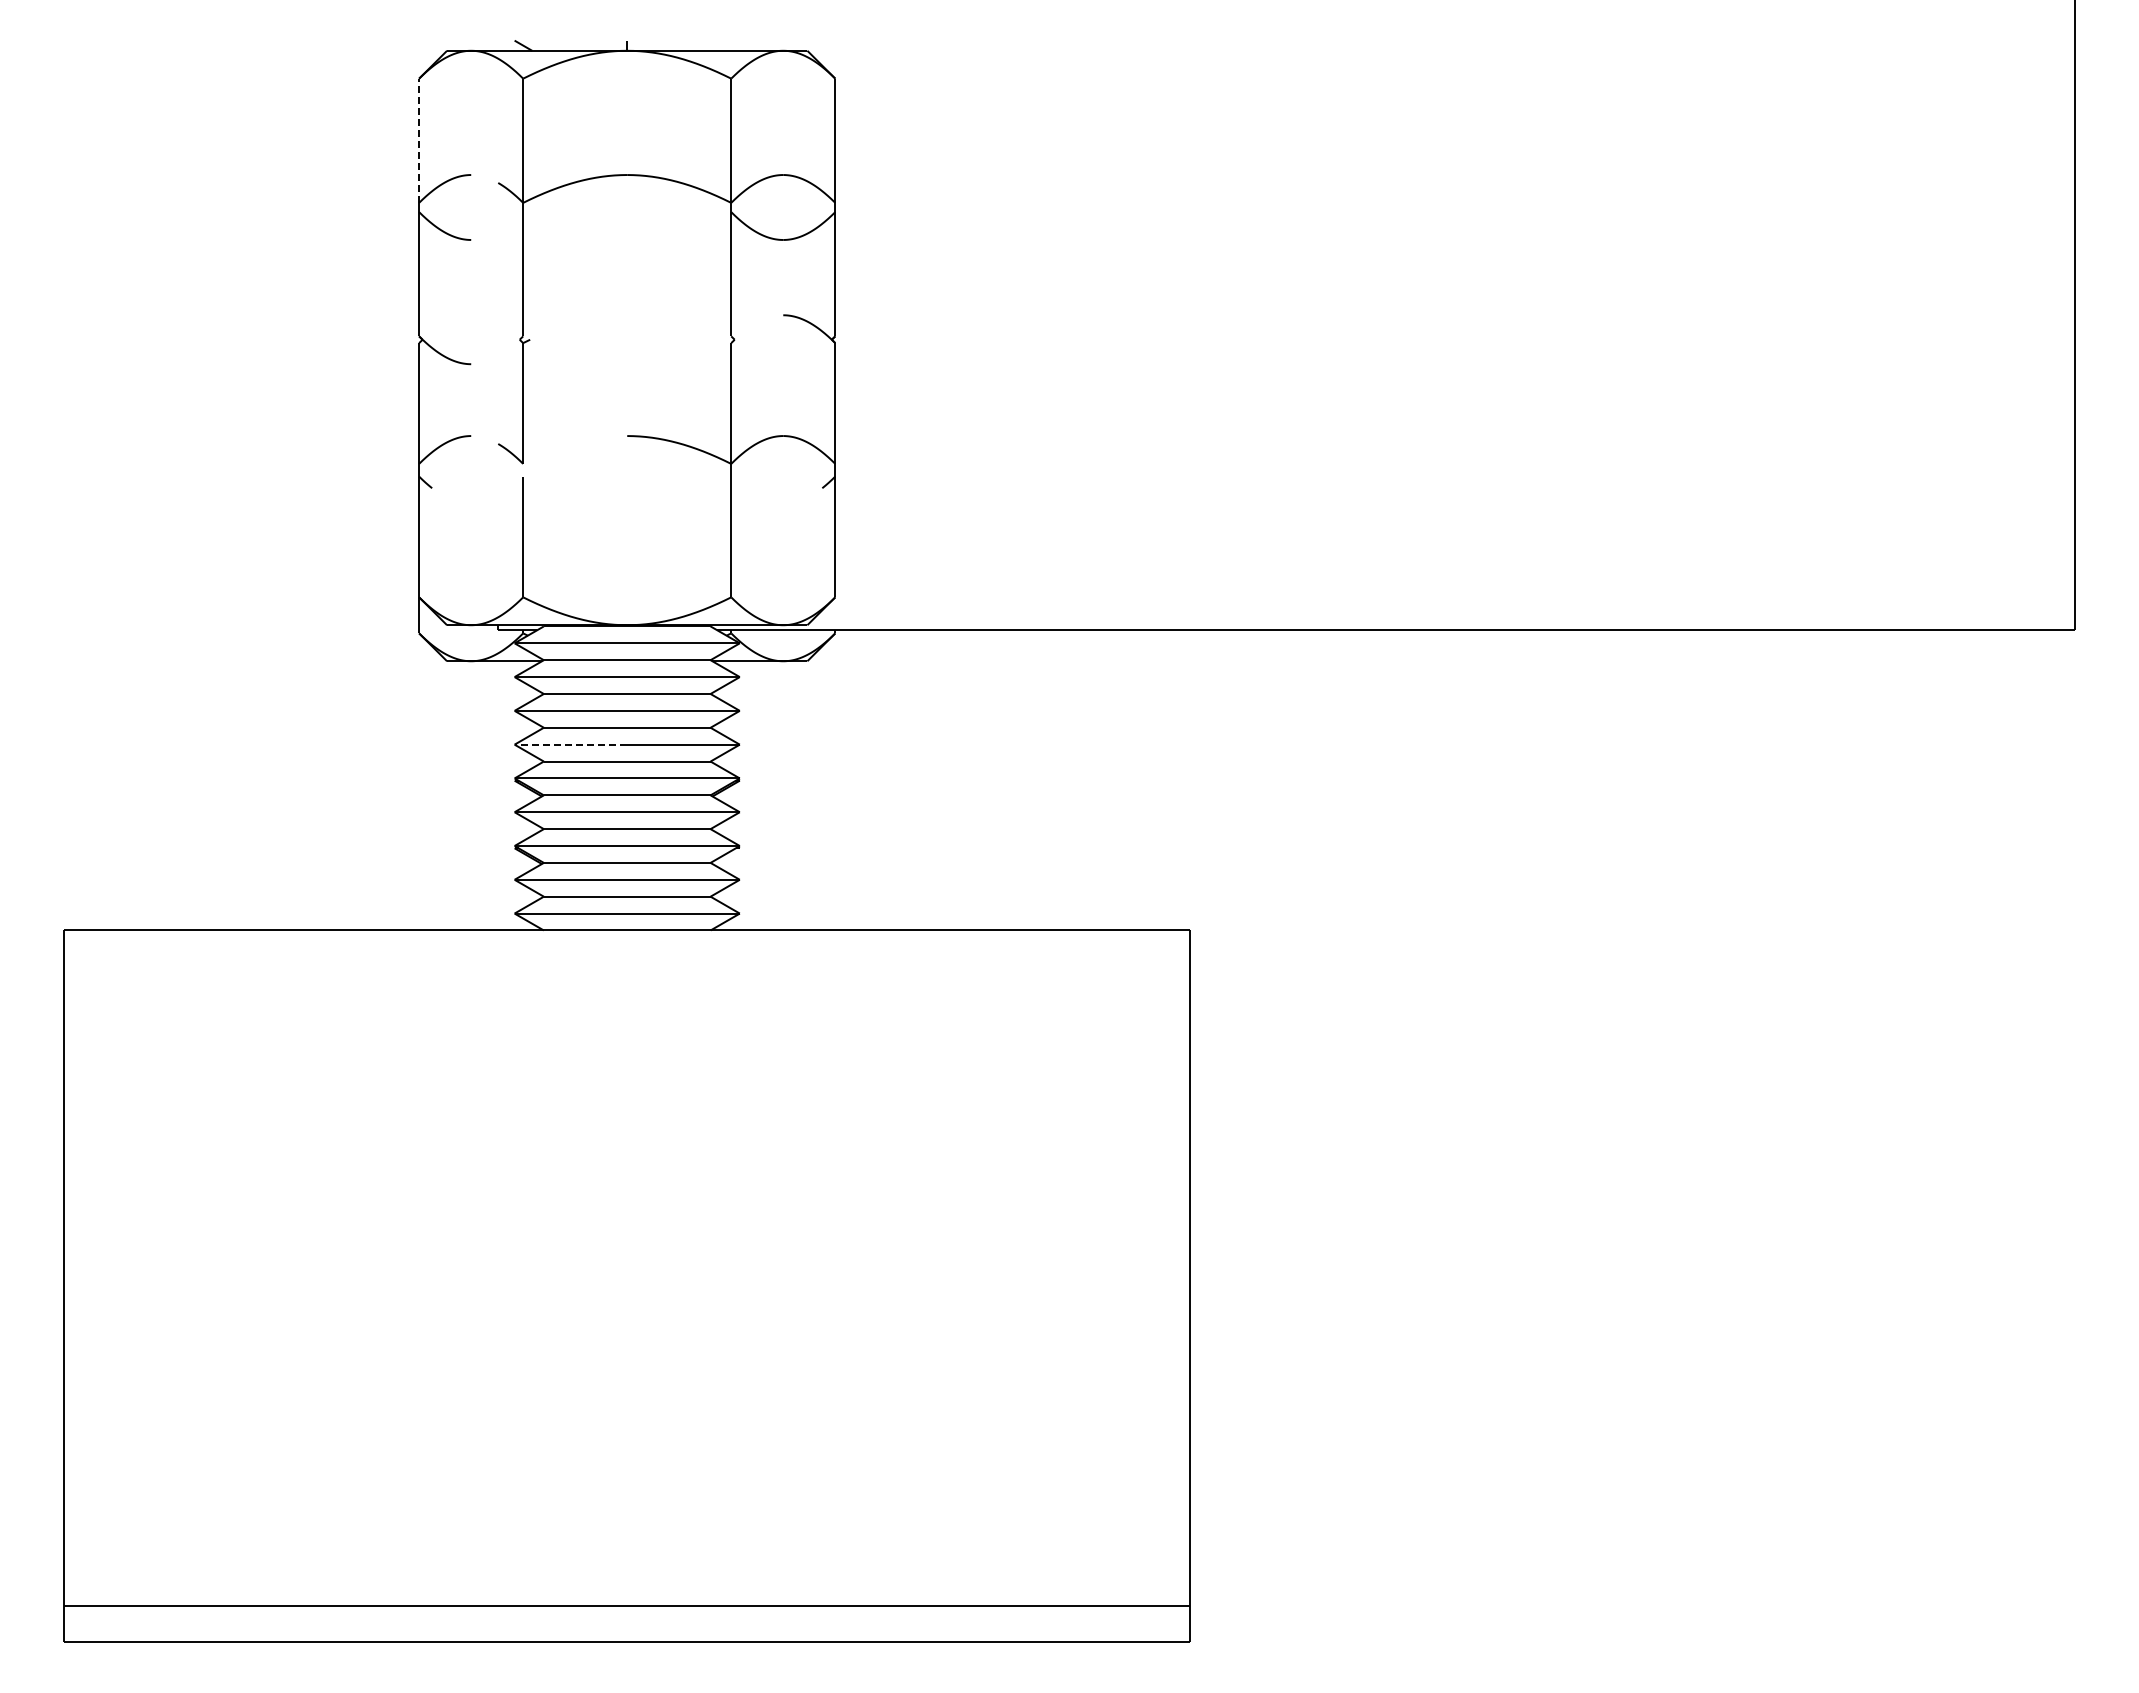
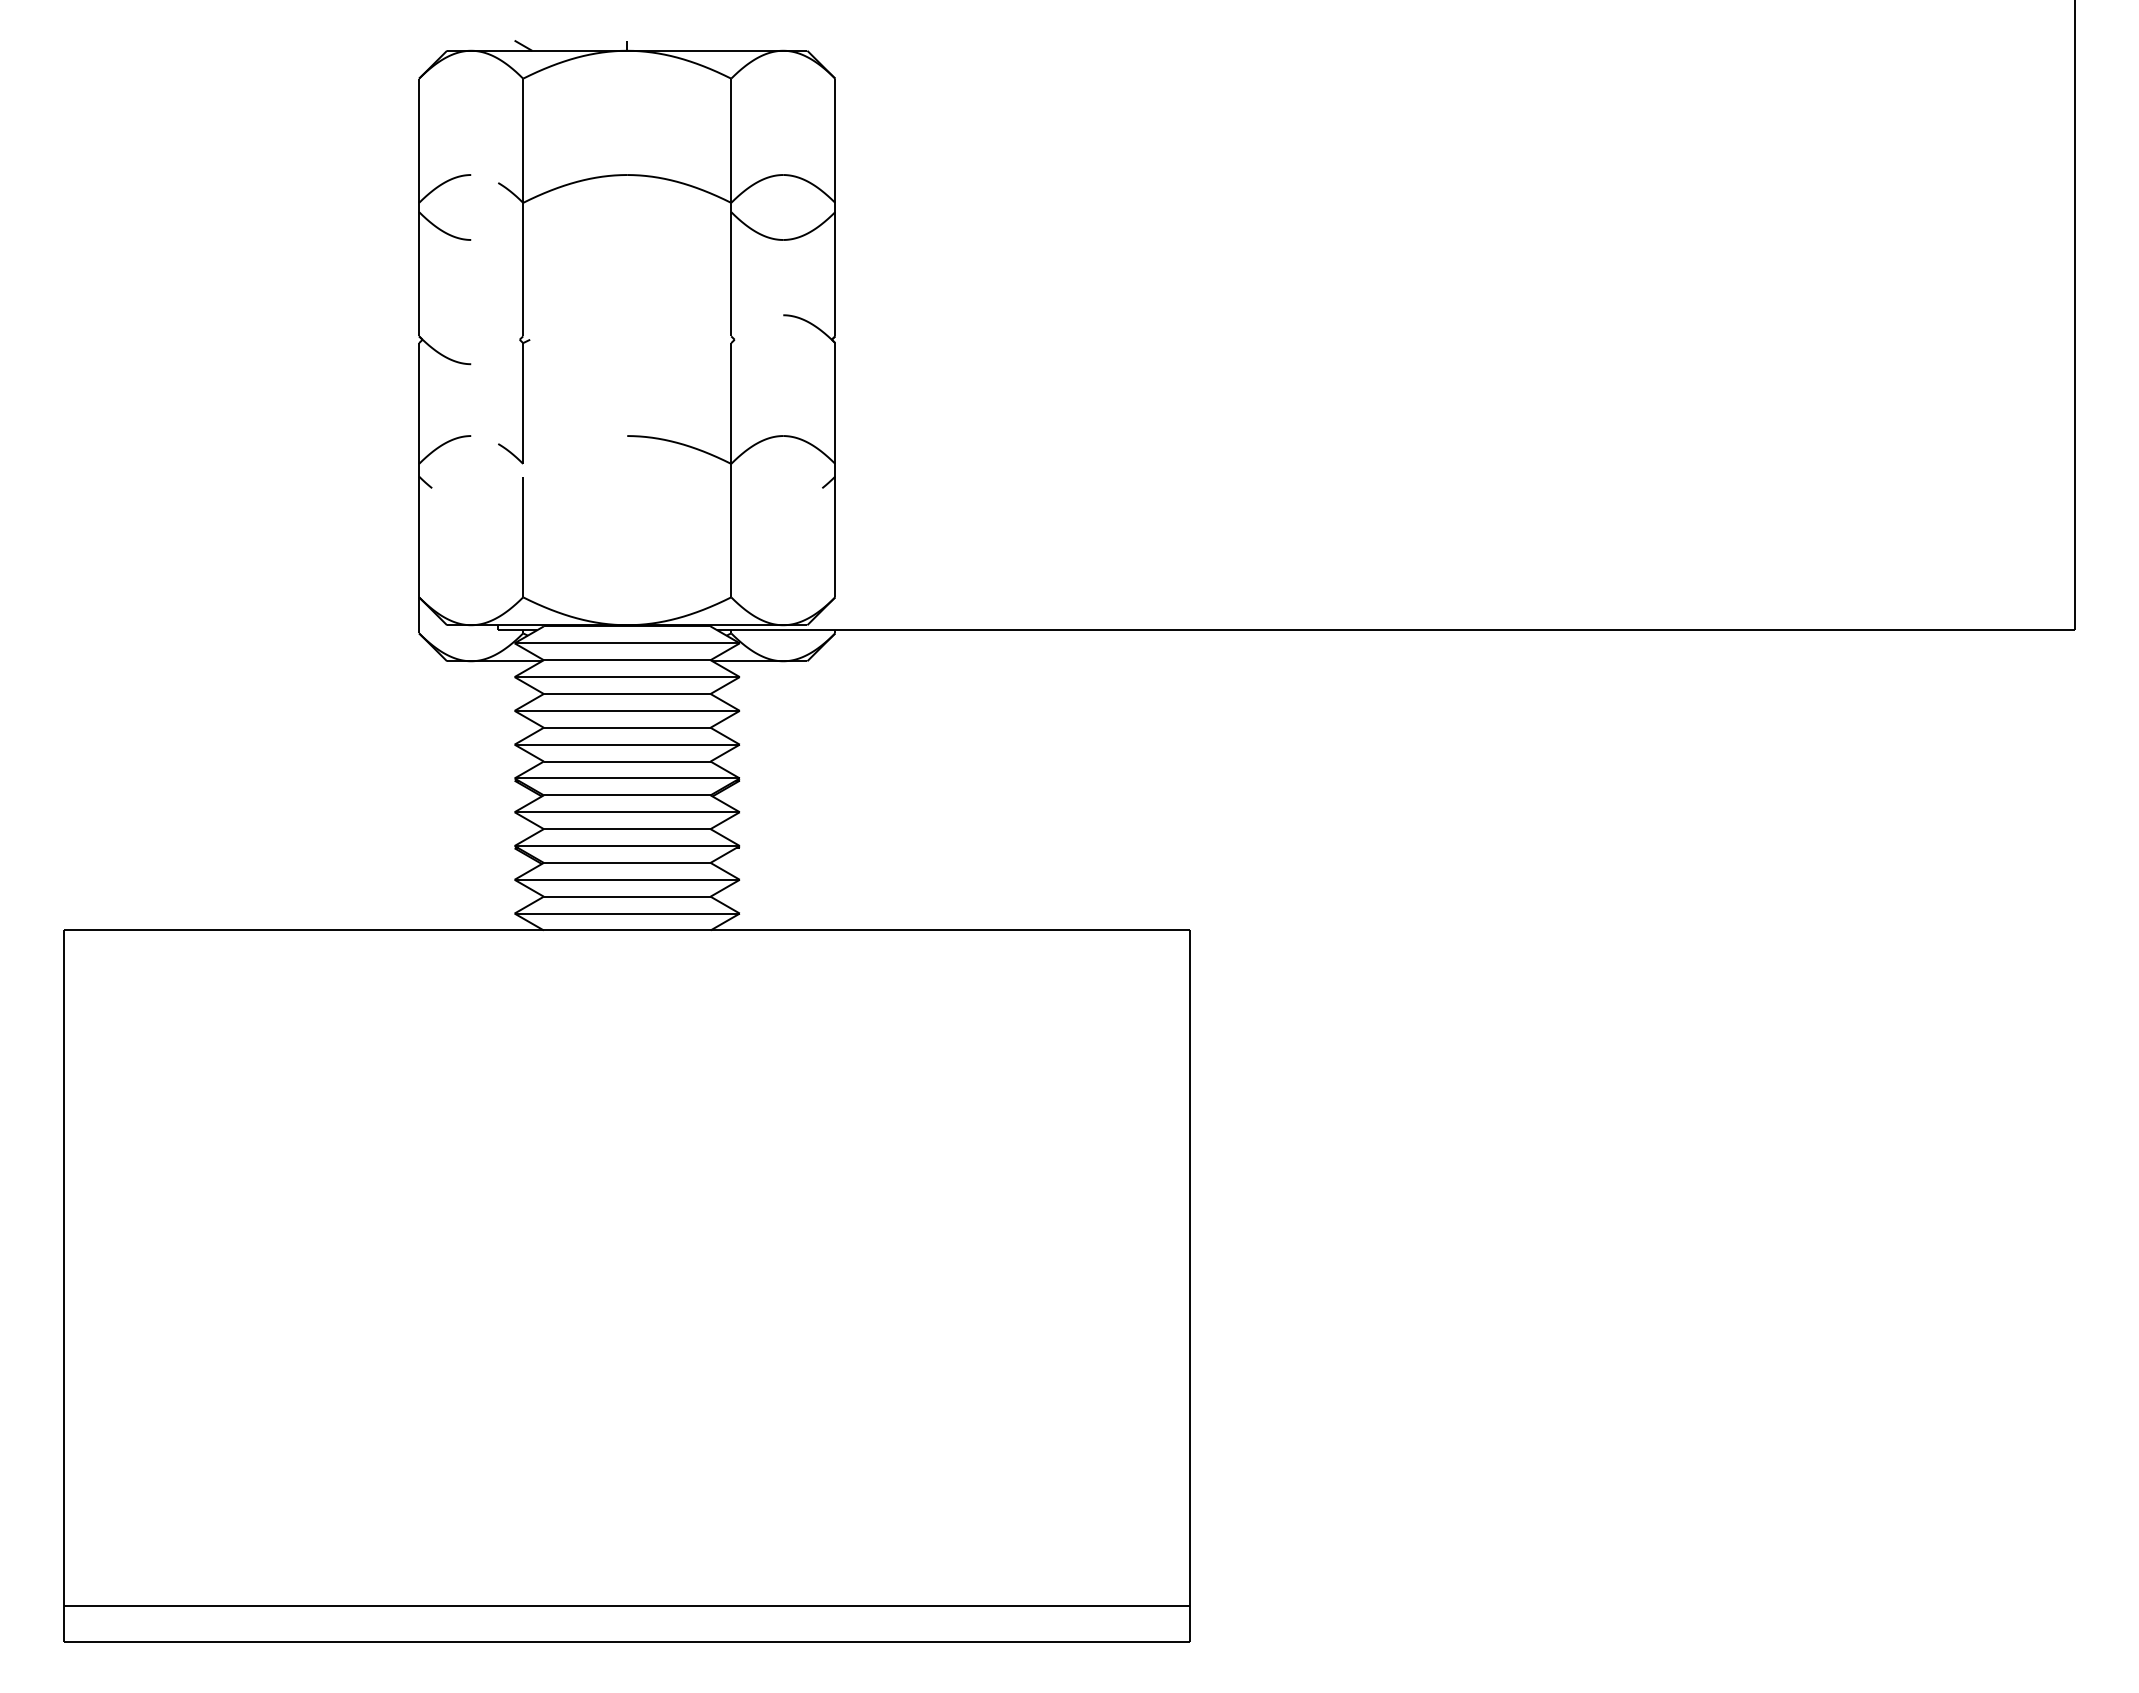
line at (419, 140): dashed -> solid
line at (570, 744): dashed -> solid
